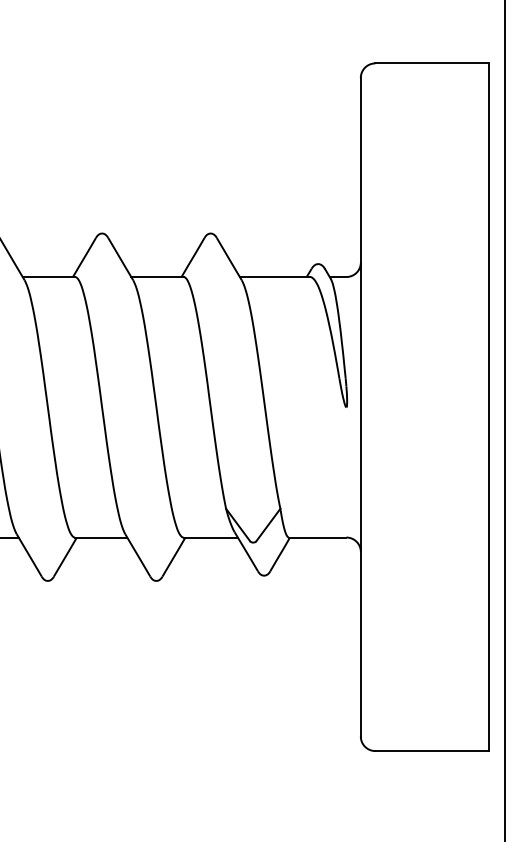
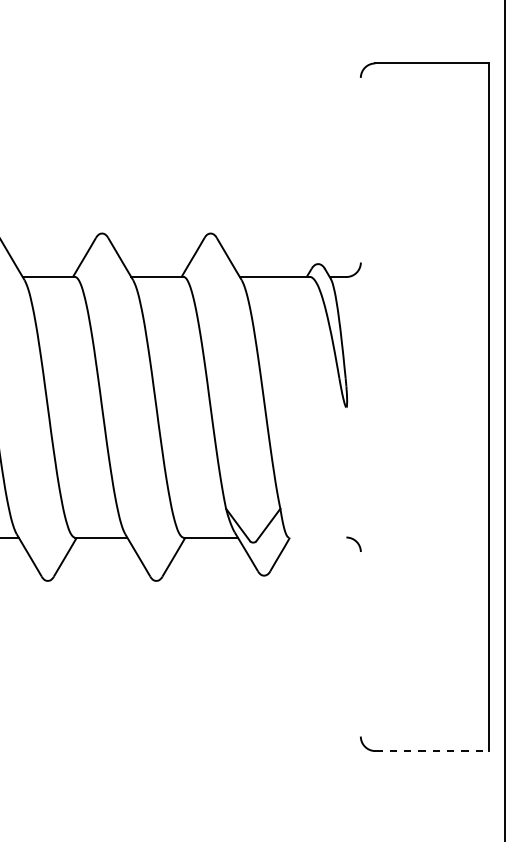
line at (360, 406): present -> none
line at (317, 537): present -> none
line at (432, 751): solid -> dashed
